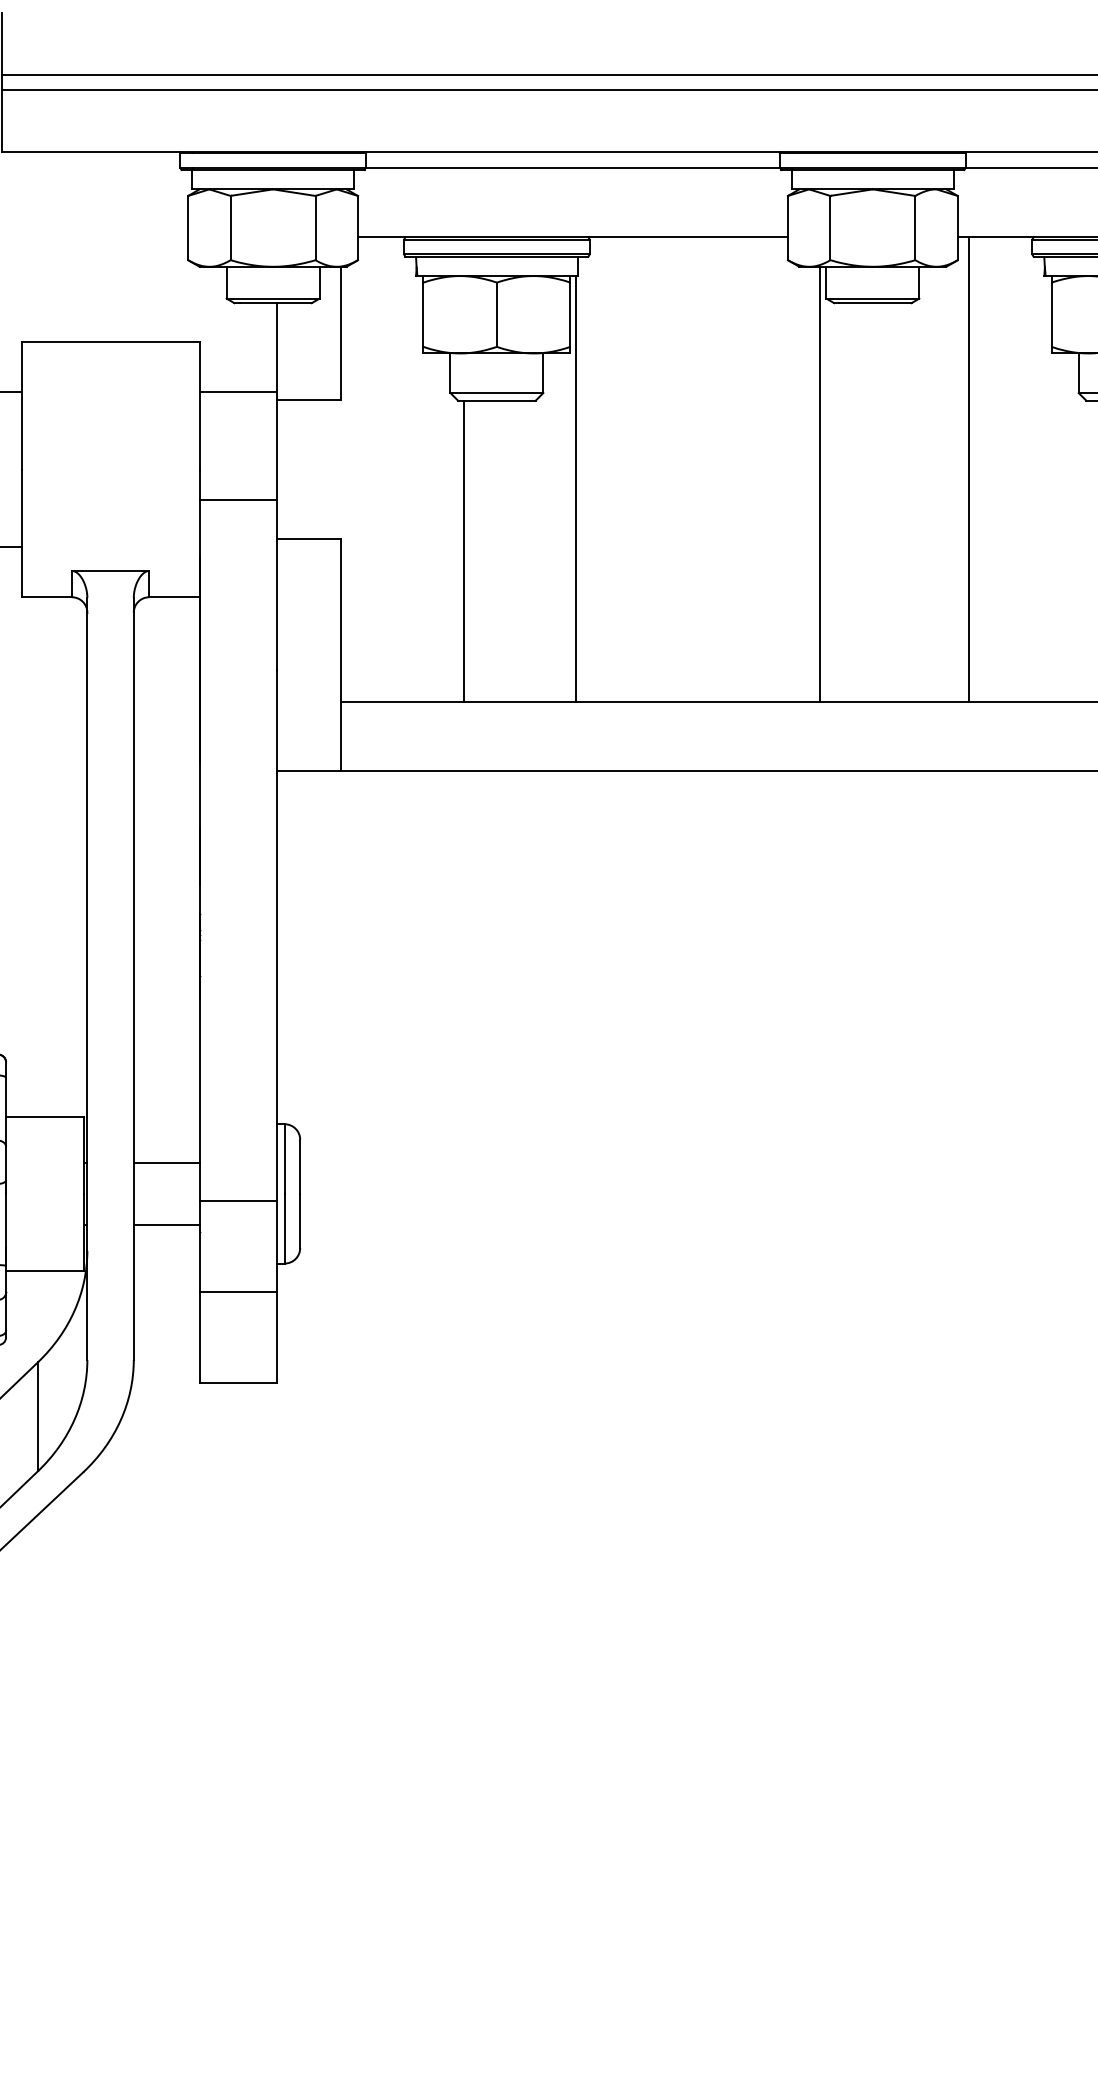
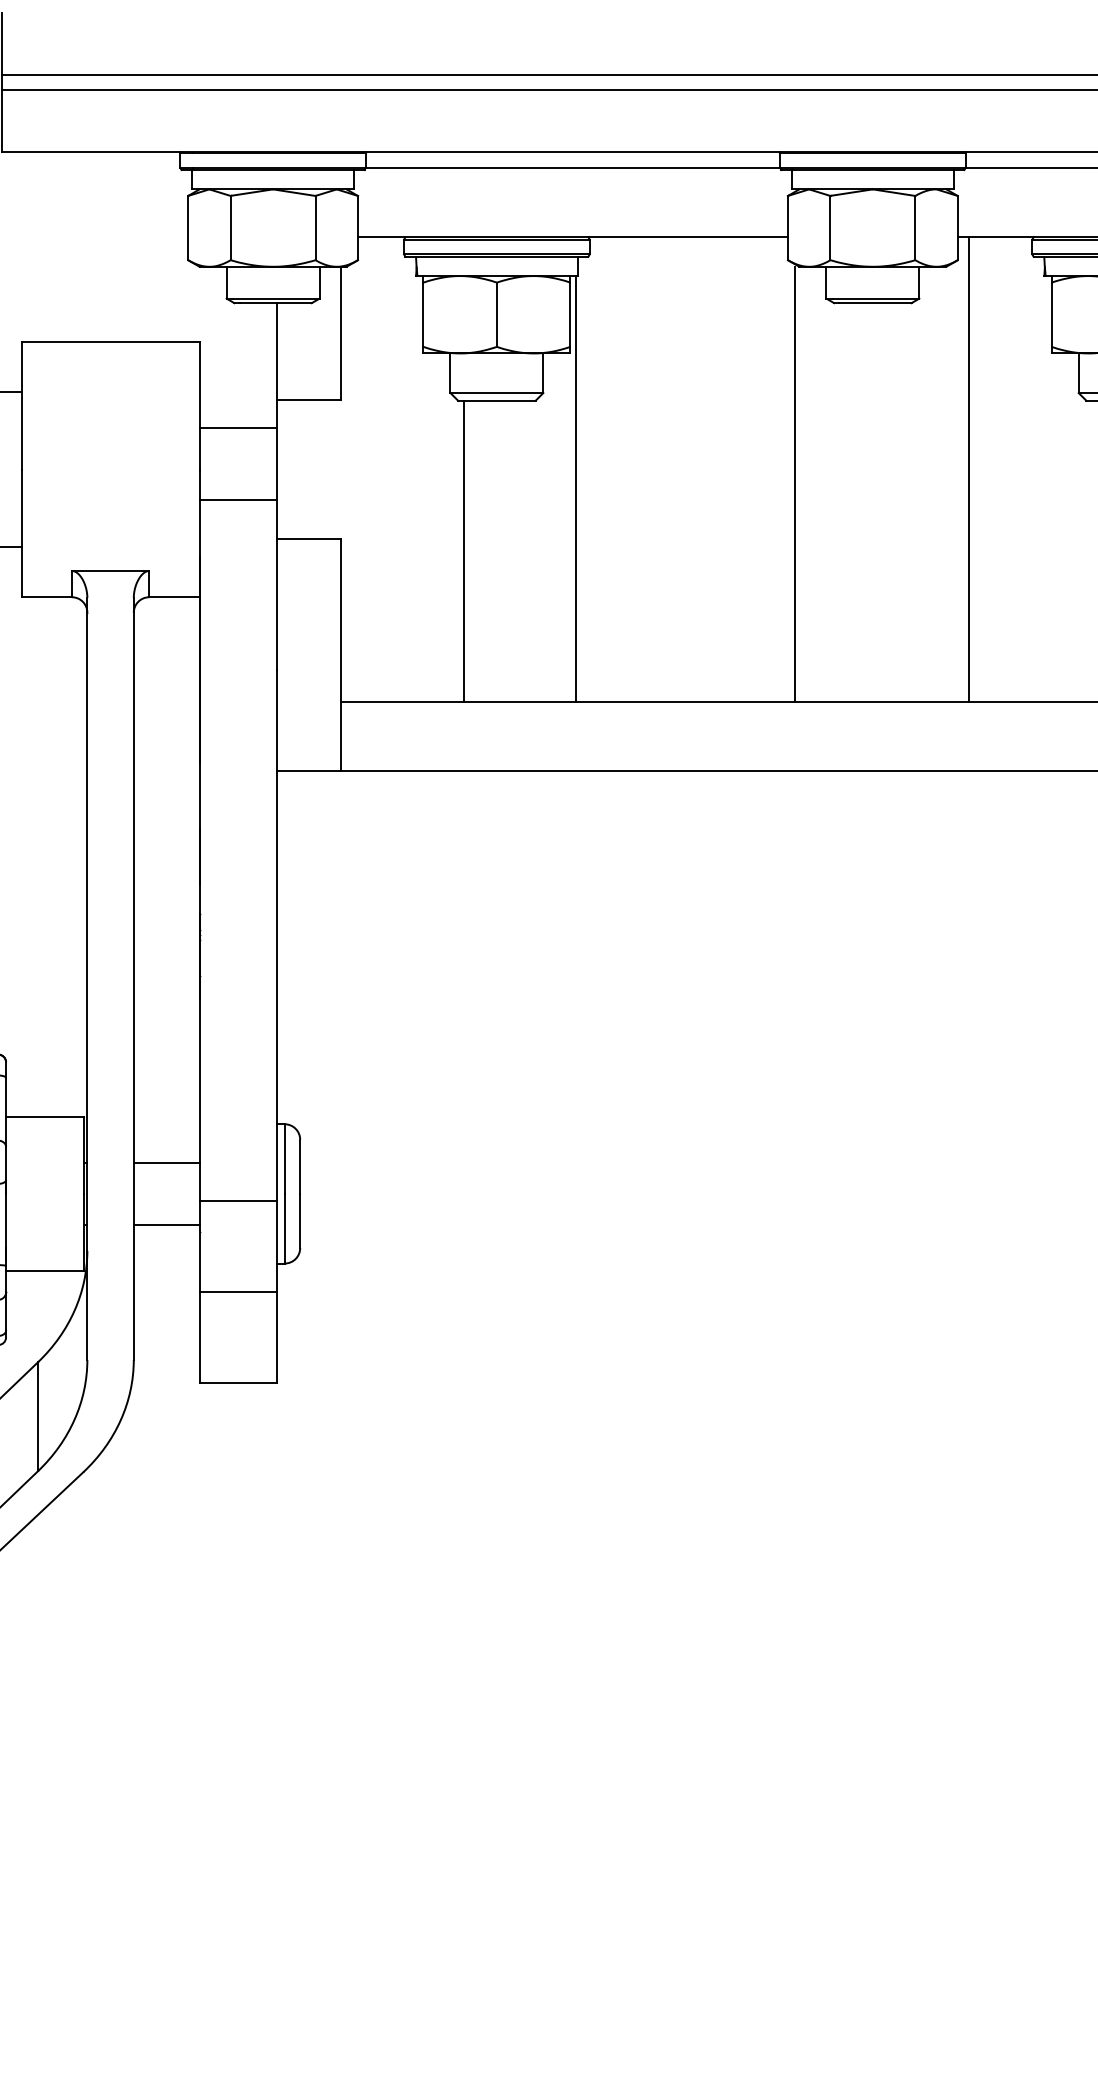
line at (237, 392) position: (237, 392) -> (237, 428)
line at (820, 483) position: (820, 483) -> (795, 483)
